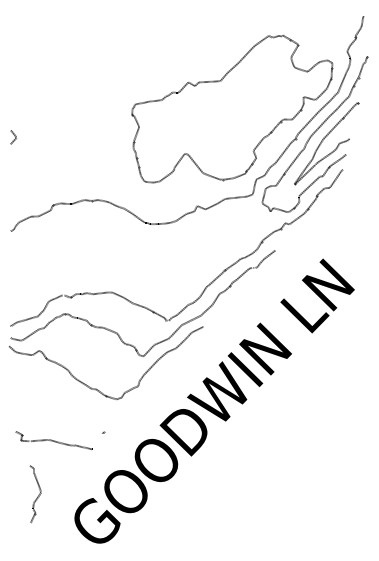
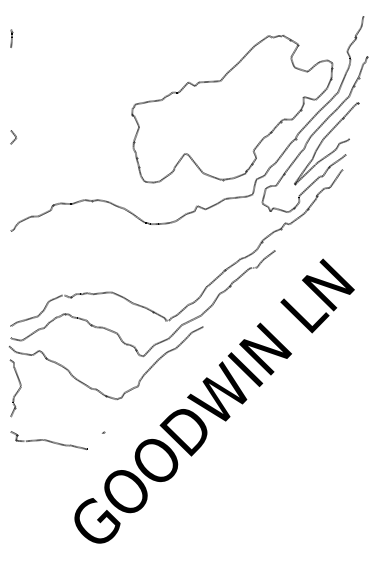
curve at (11, 38): none -> present
curve at (53, 440) position: (53, 440) -> (48, 440)
curve at (37, 496) position: (37, 496) -> (17, 390)
